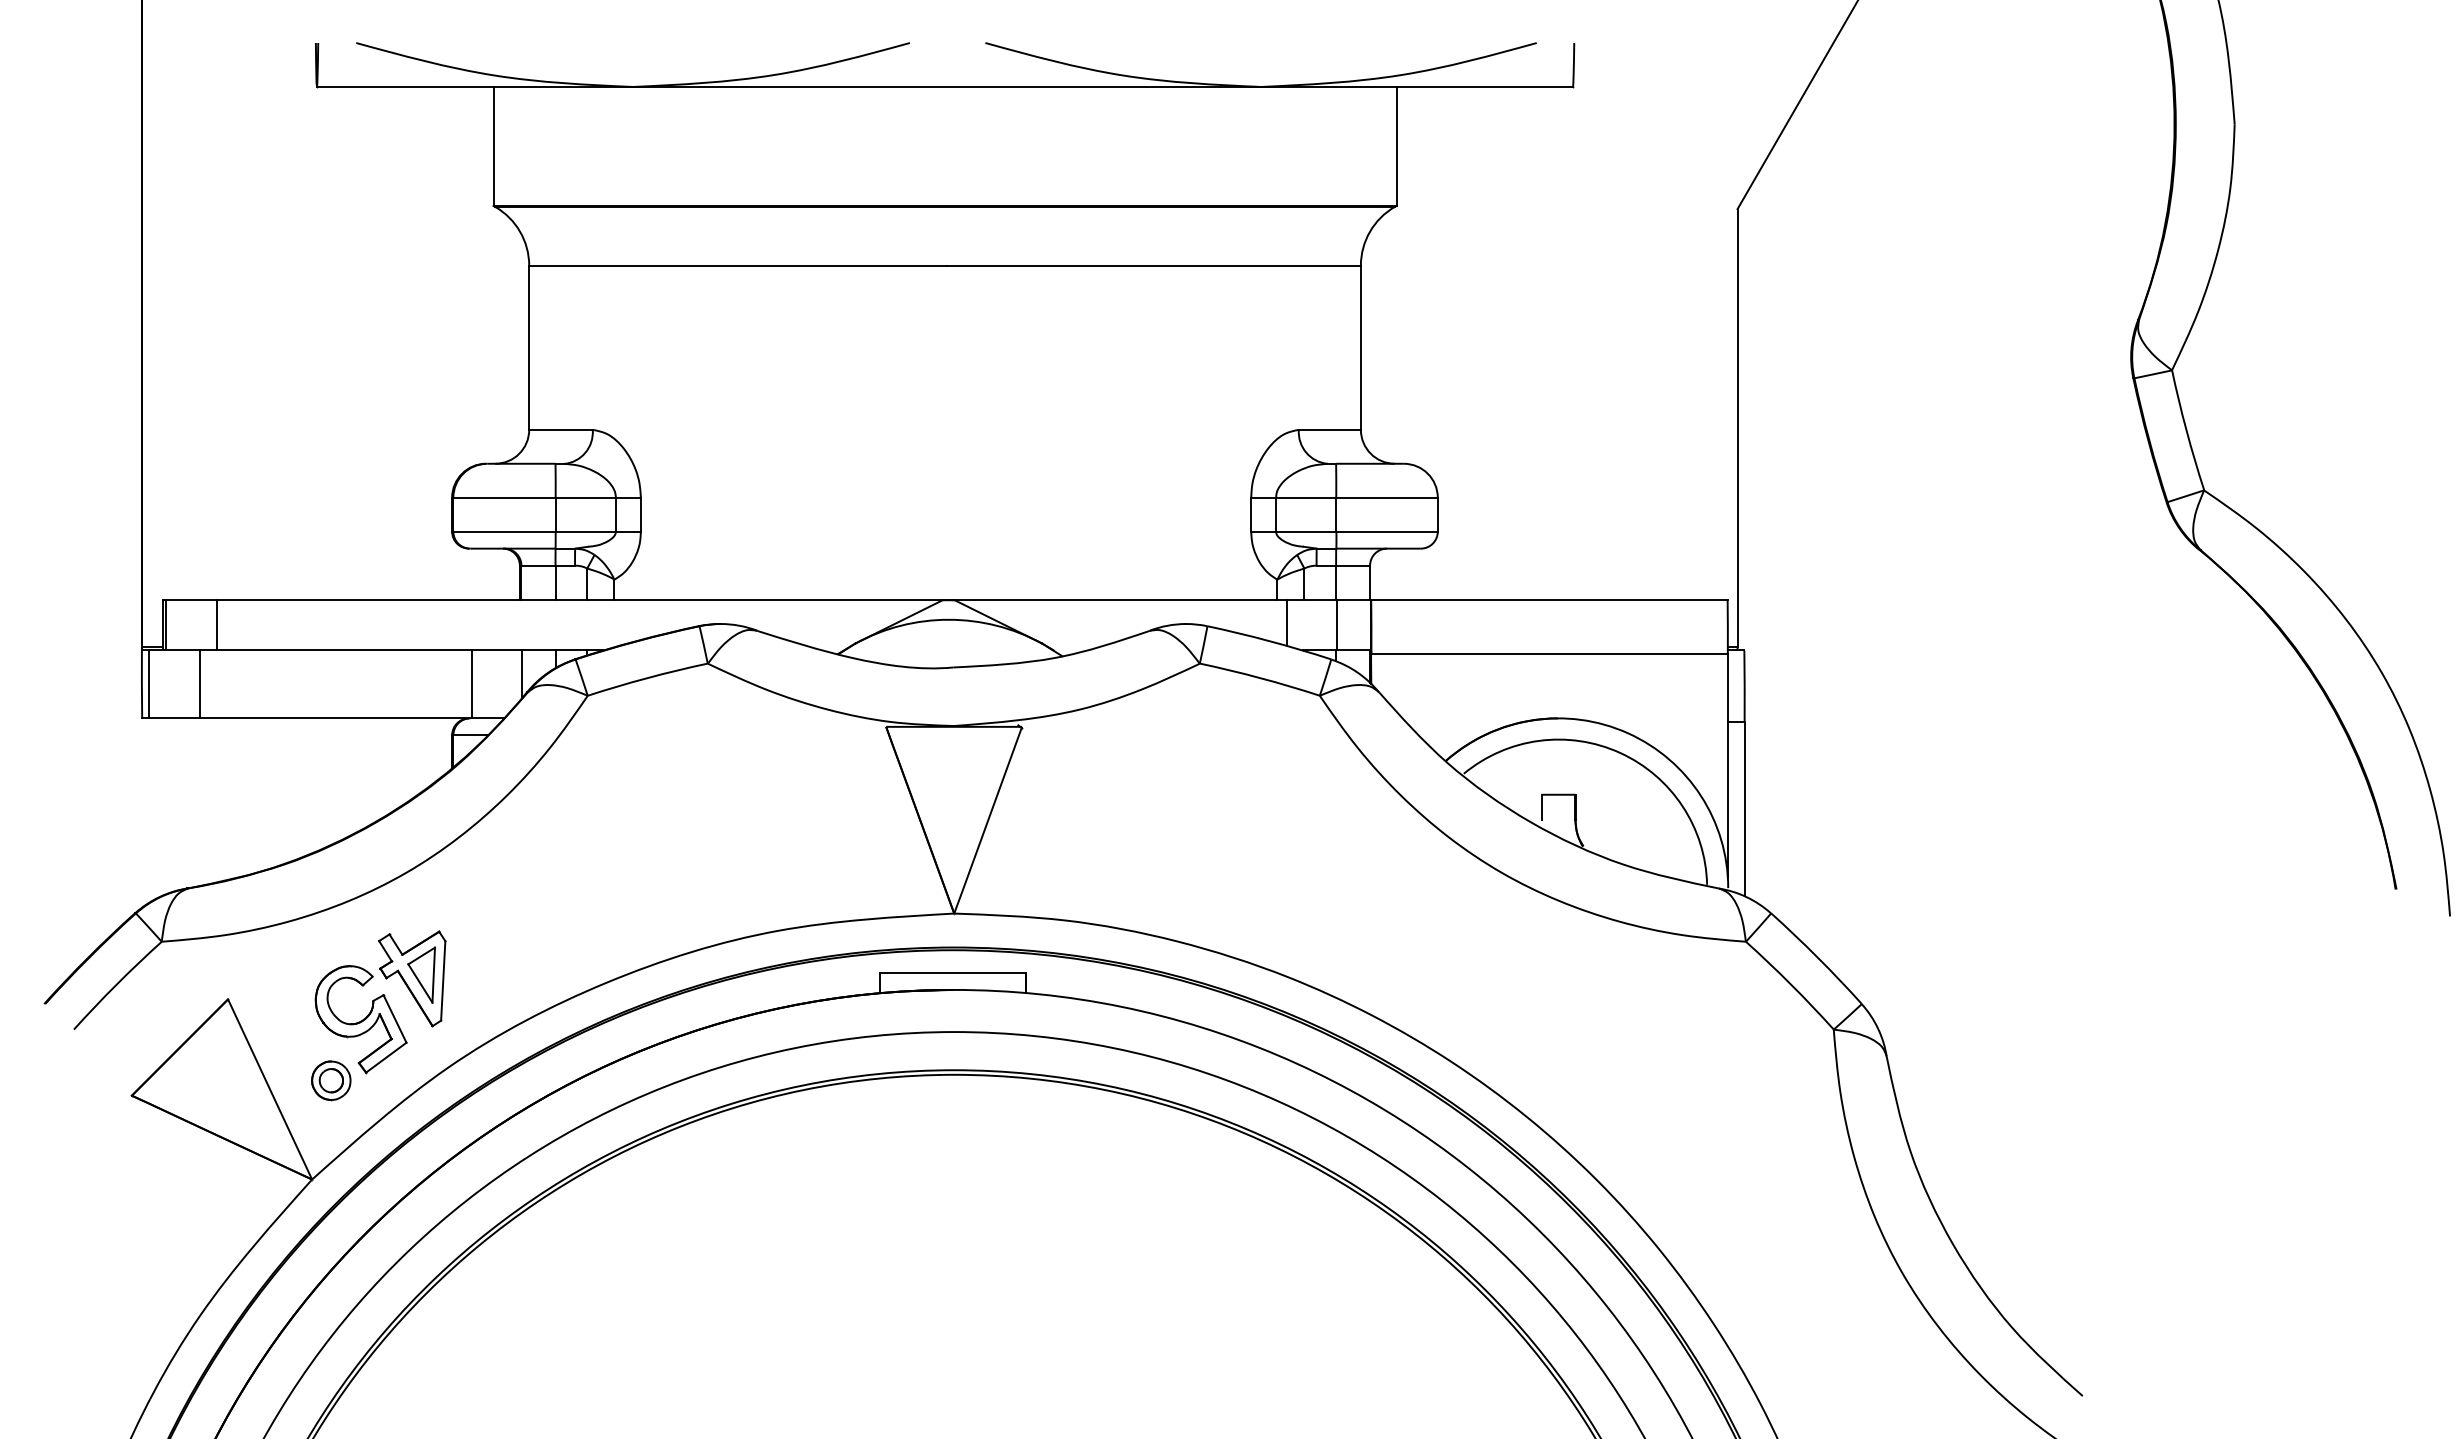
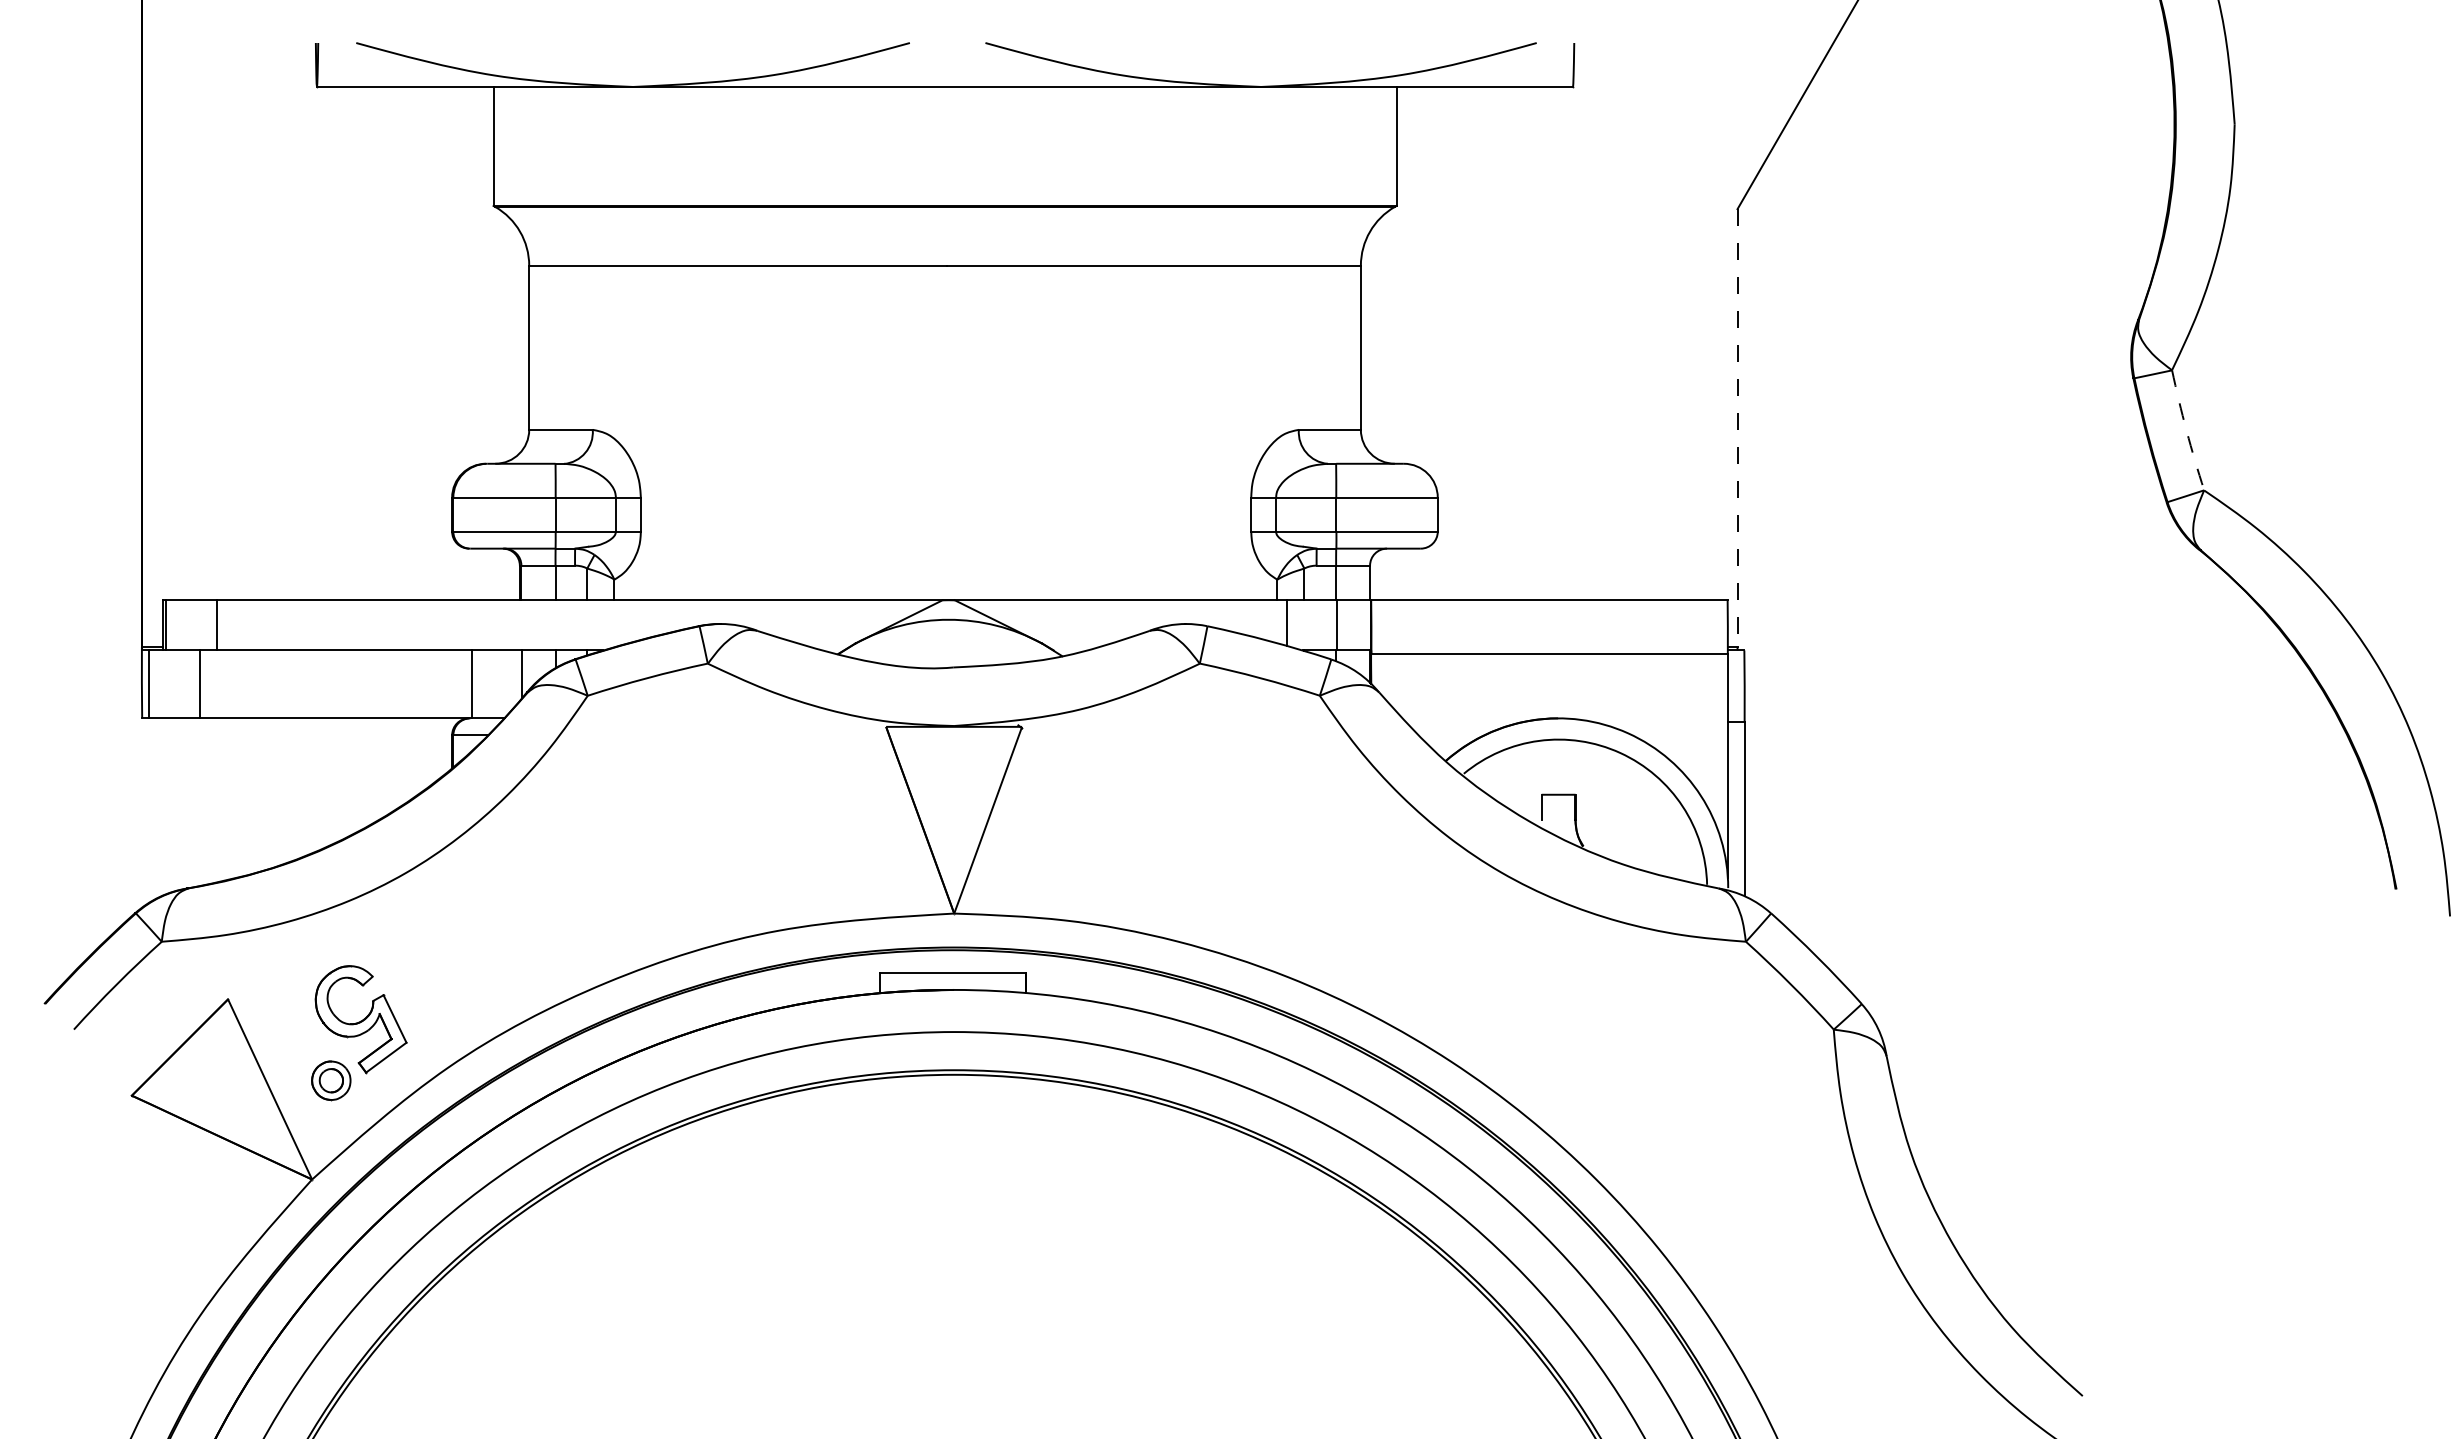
line at (1737, 428): solid -> dashed
arc at (2186, 430): solid -> dashed
part at (412, 978): present -> none
